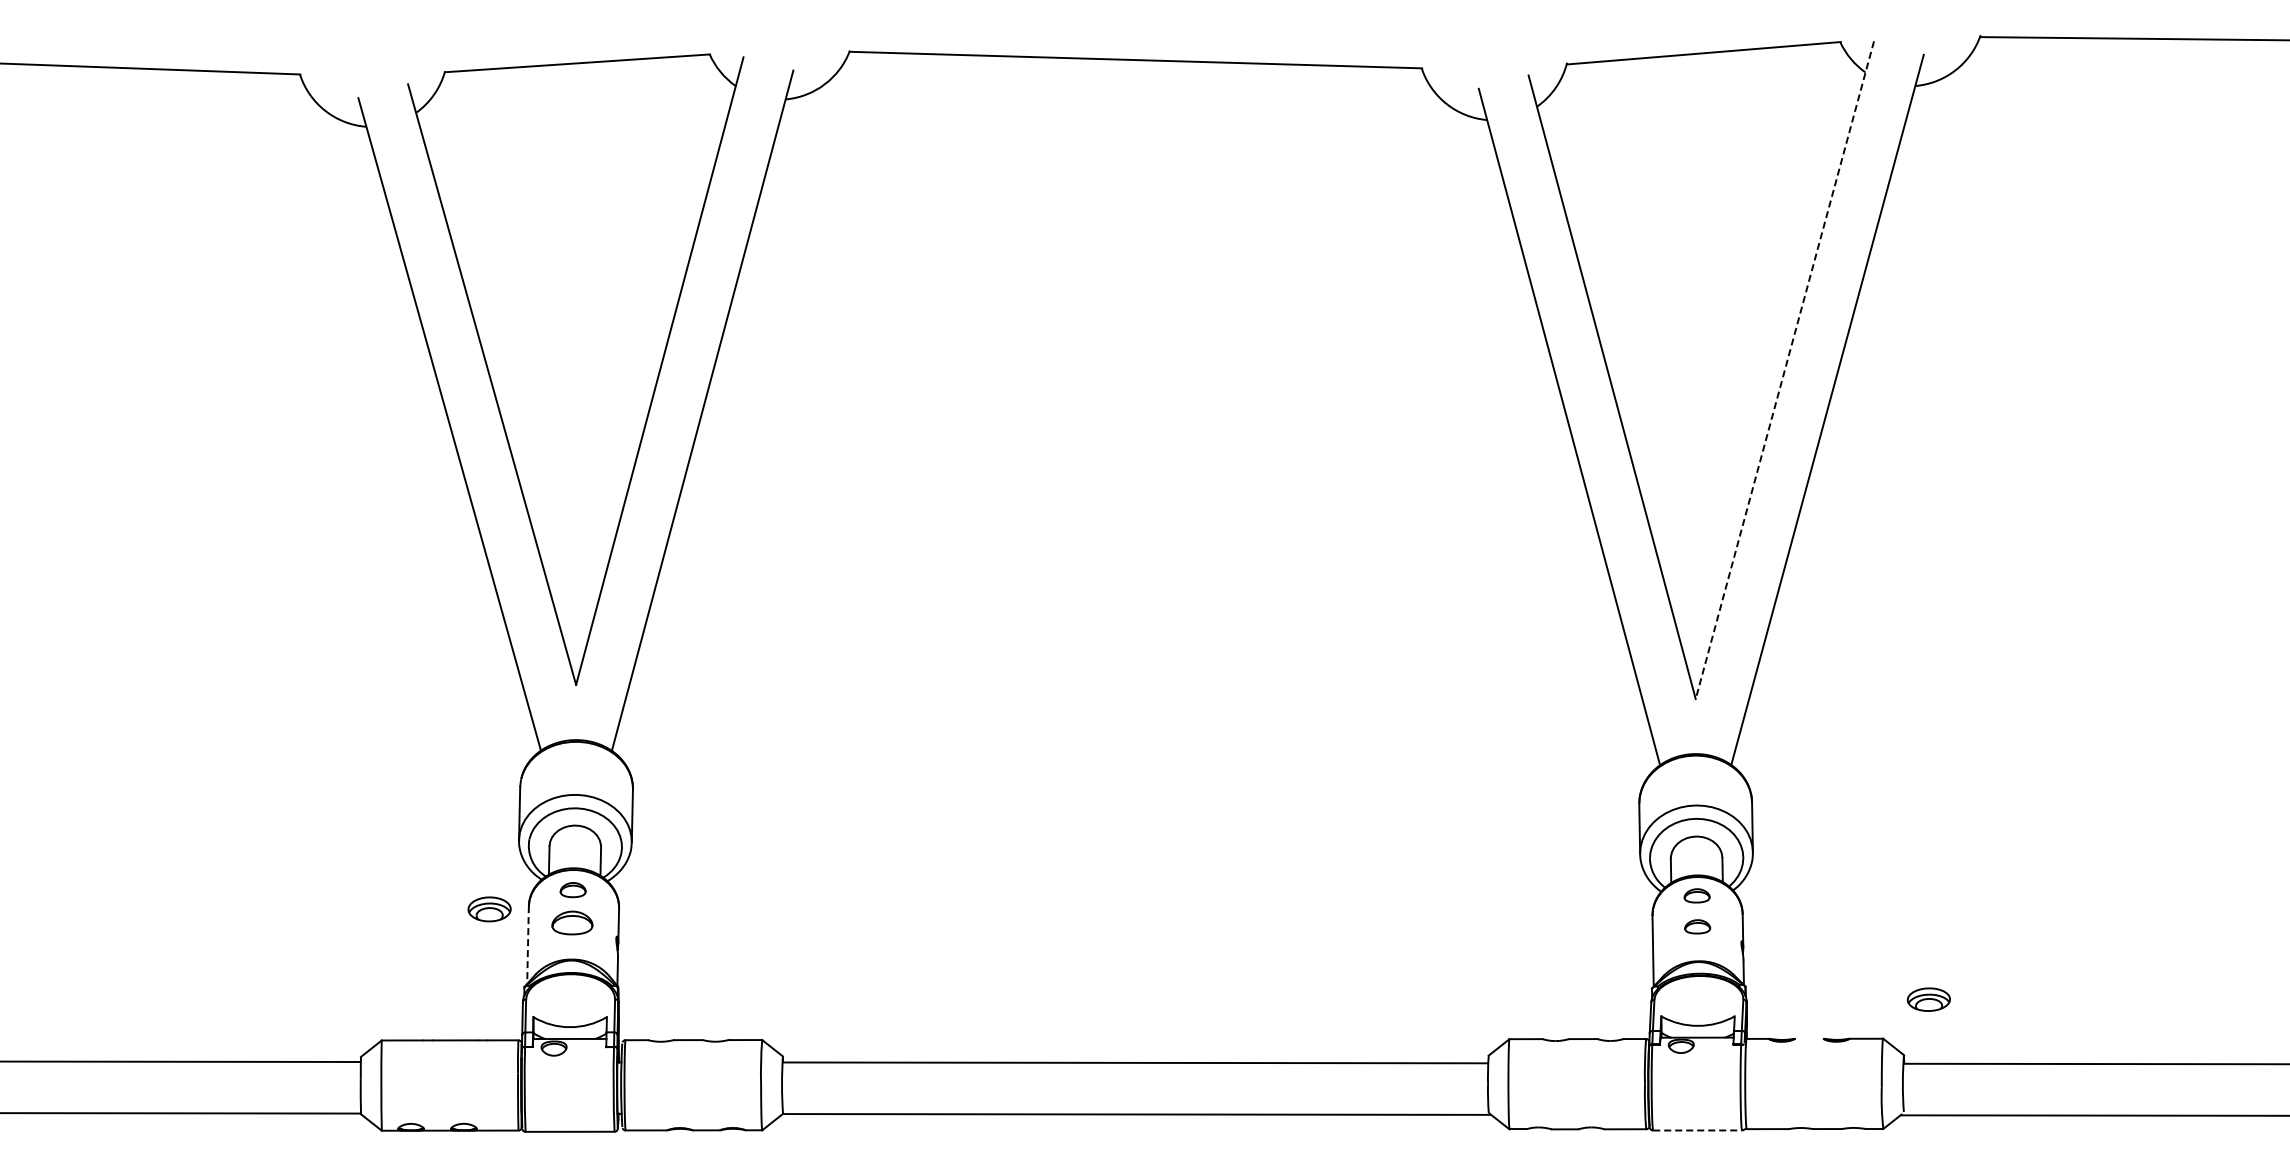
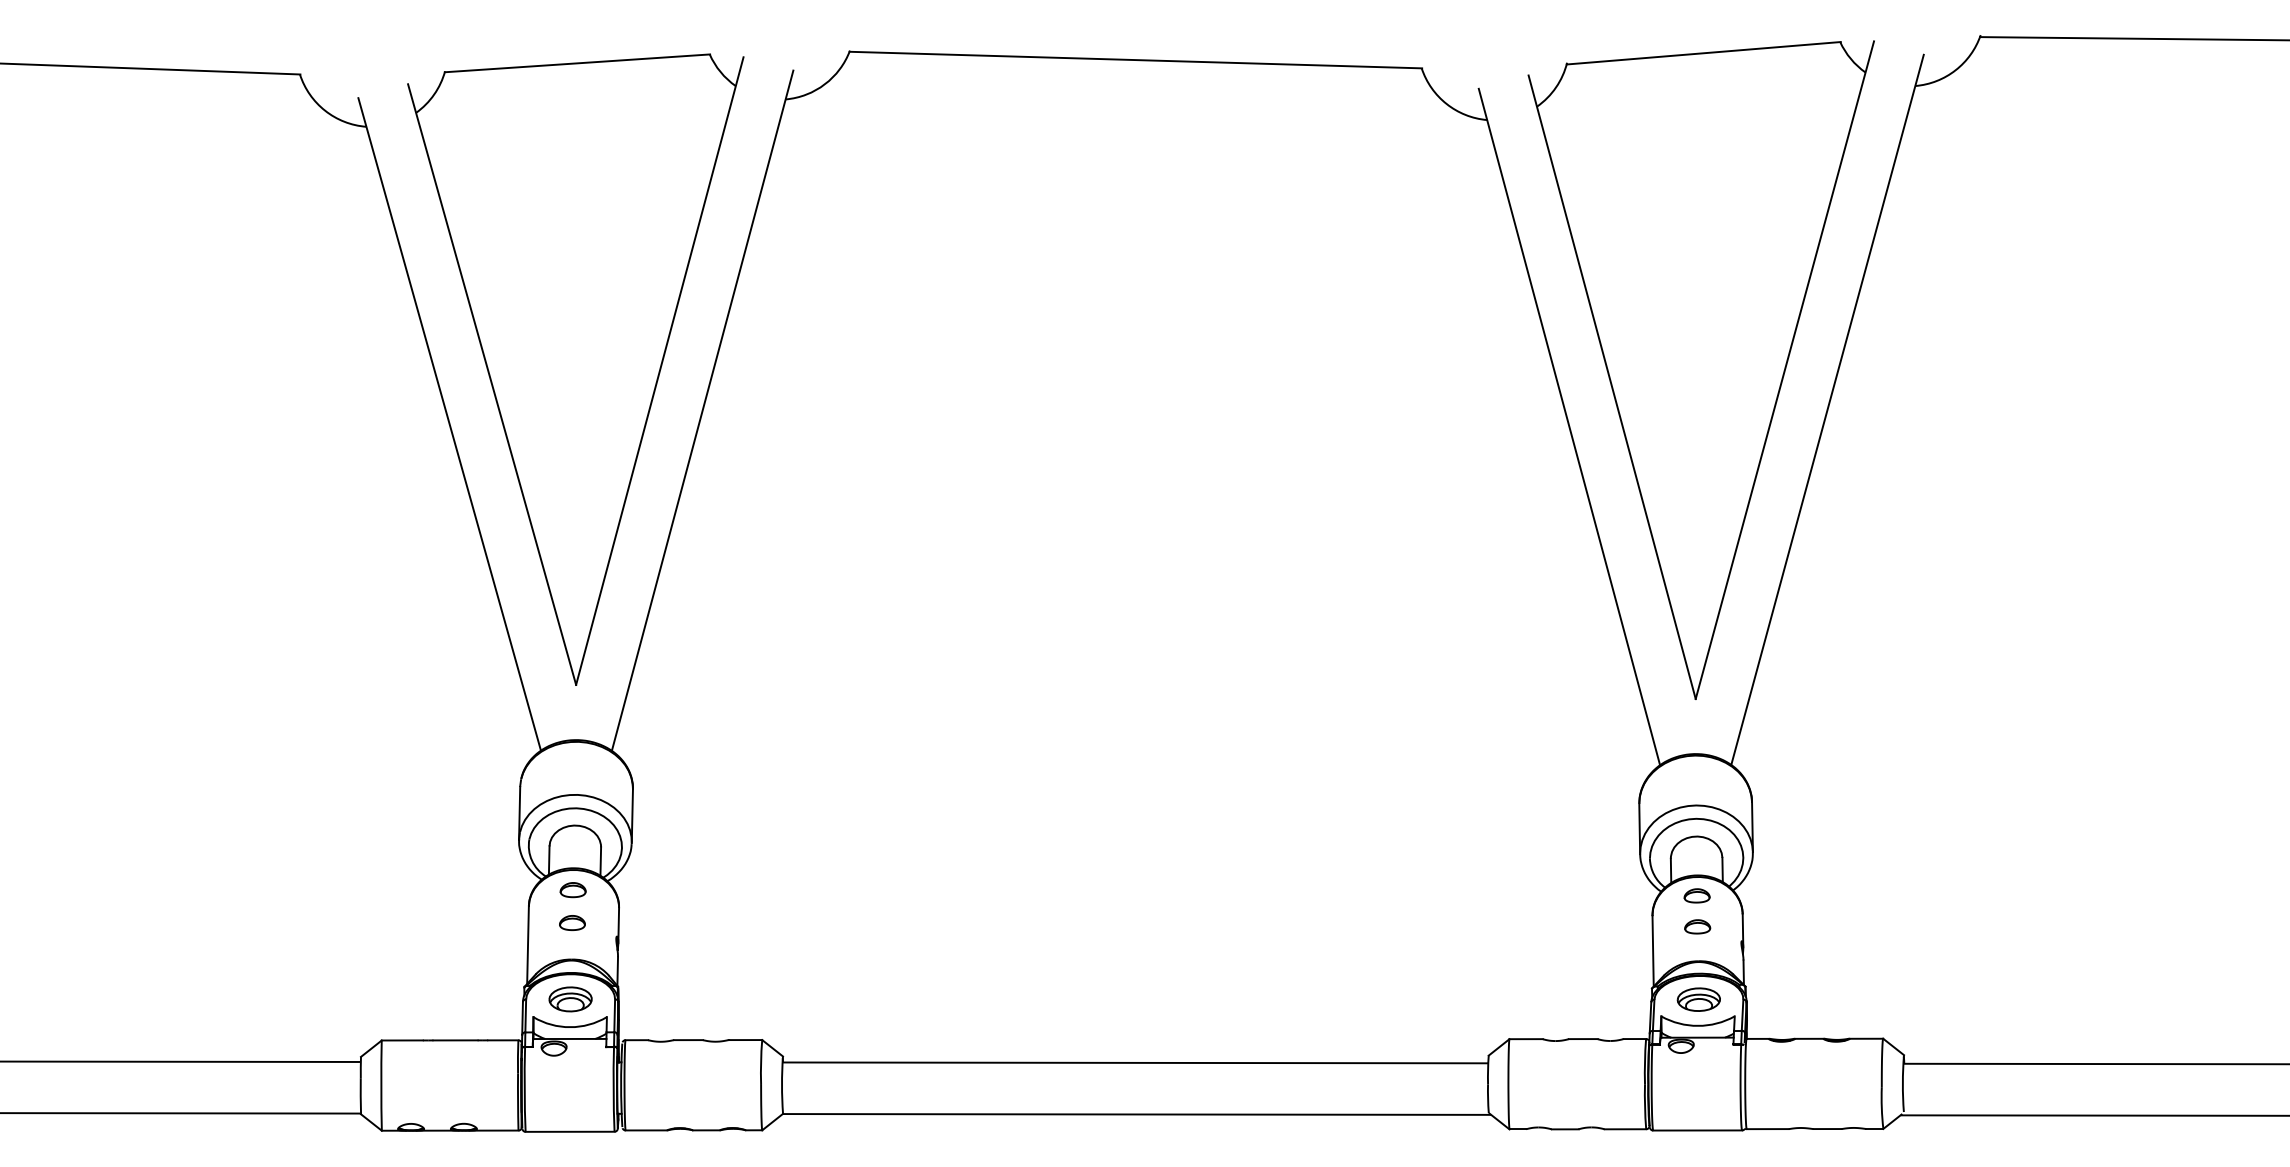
line at (1784, 370): dashed -> solid
part at (489, 909) position: (489, 909) -> (570, 999)
part at (572, 922) size: 43x26 px -> 27x16 px
line at (528, 945): dashed -> solid
part at (1928, 999) position: (1928, 999) -> (1698, 999)
line at (1809, 1038): none -> present
line at (1698, 1130): dashed -> solid
